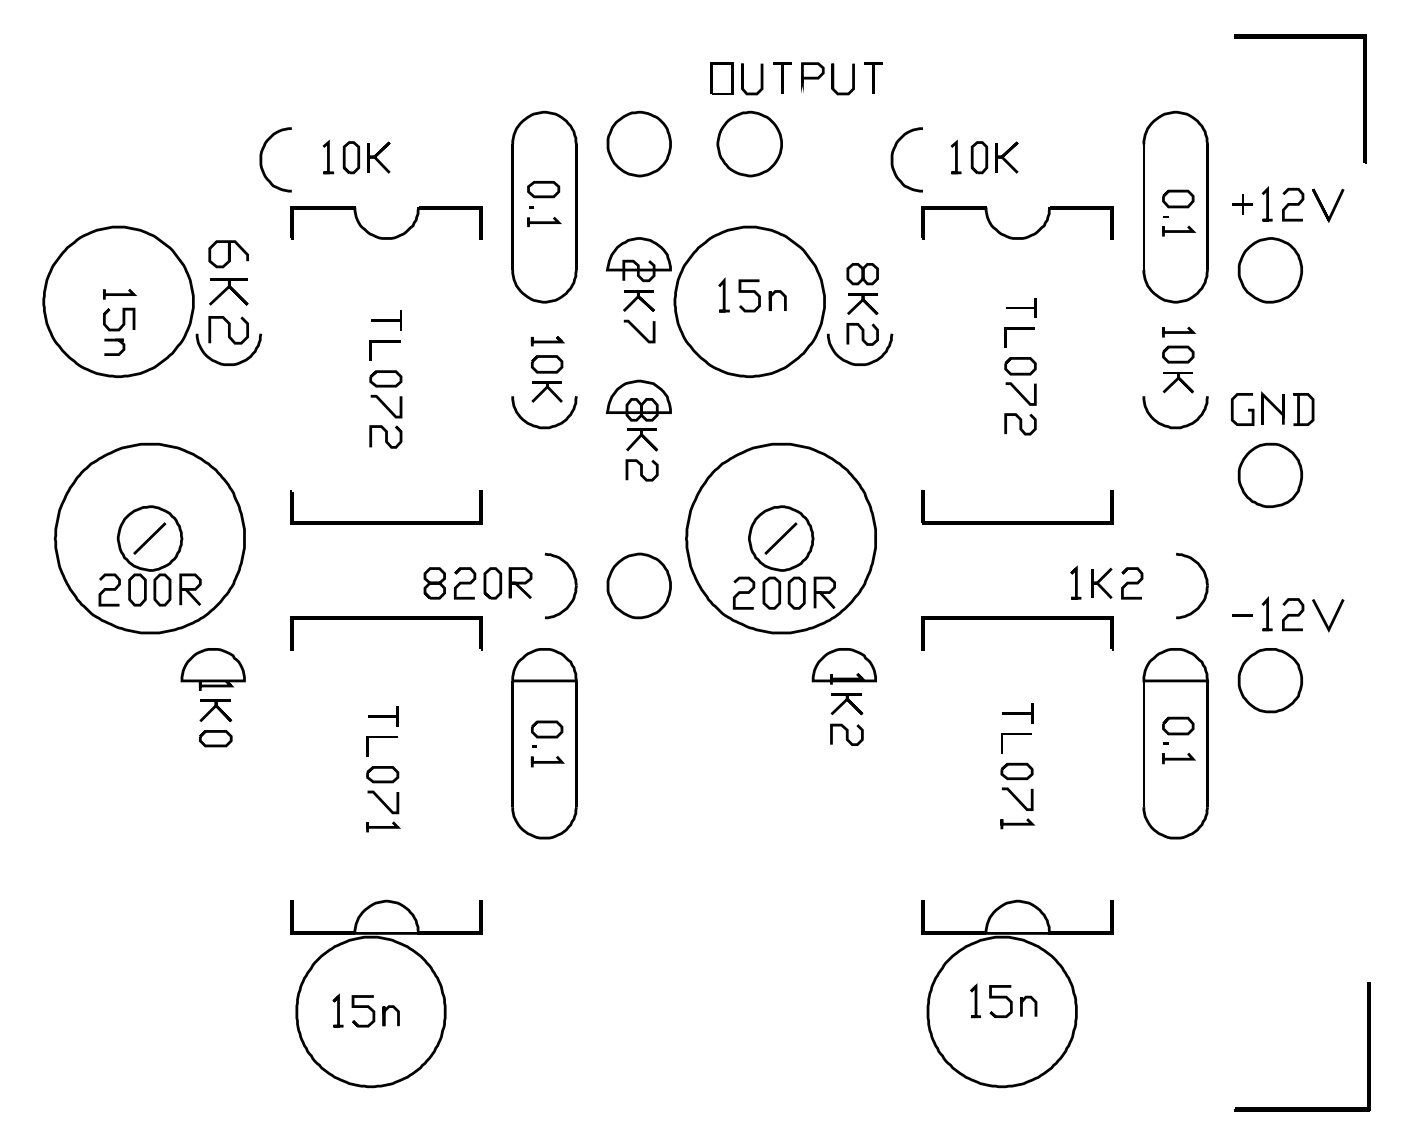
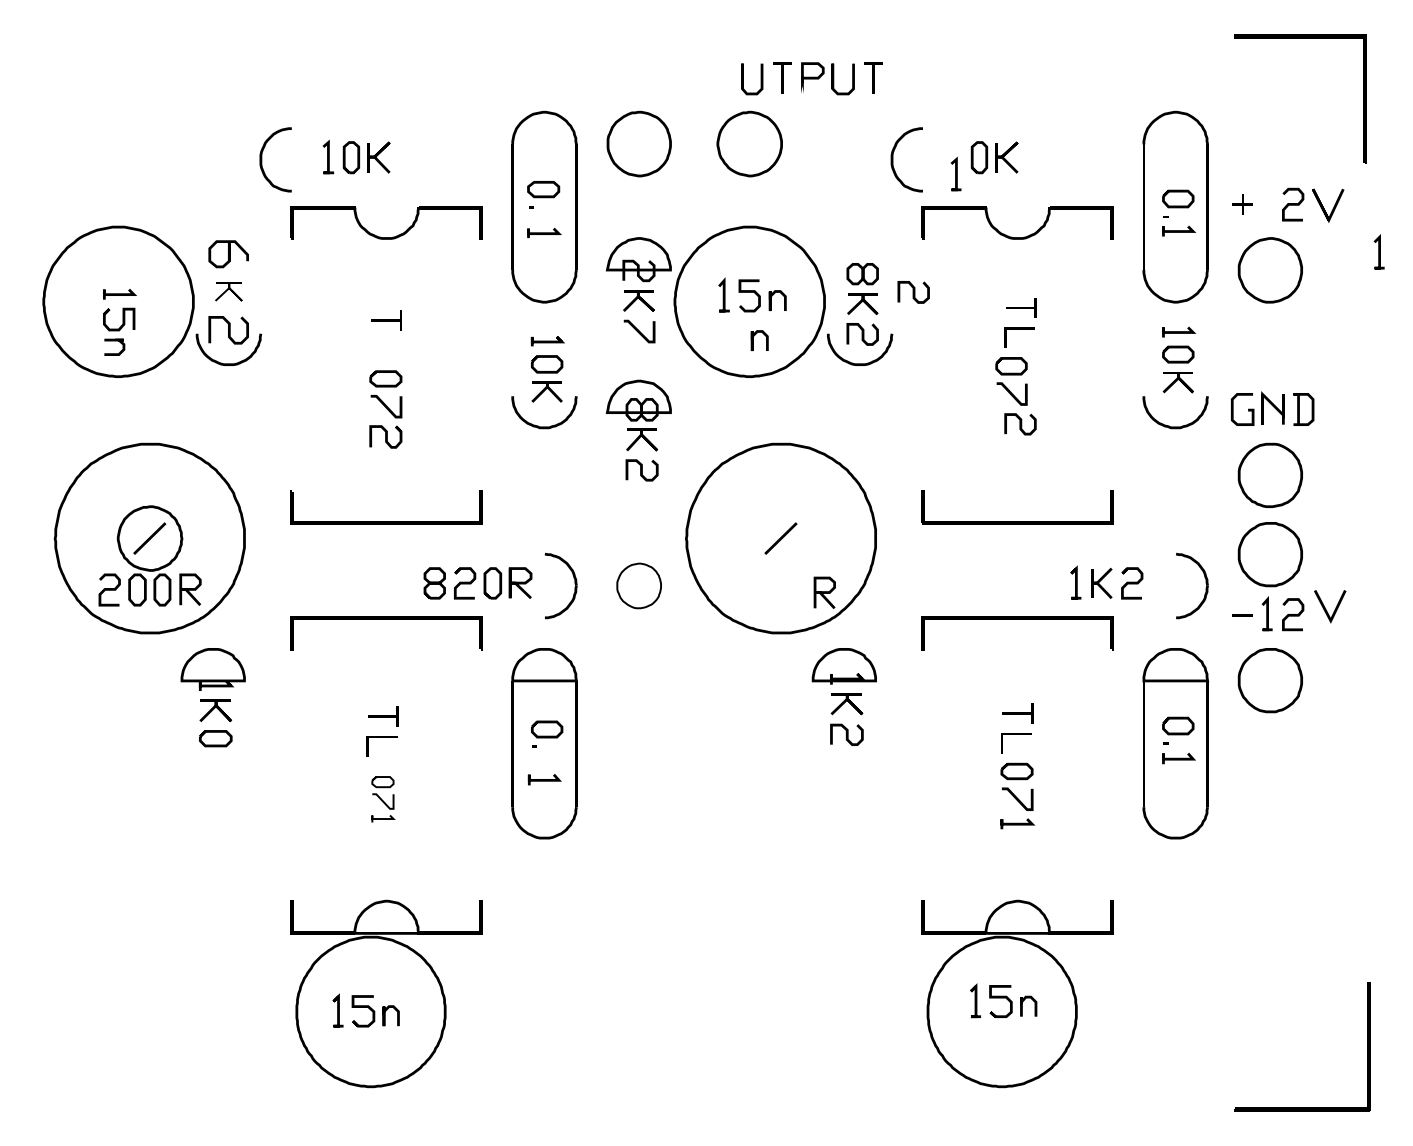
curve at (712, 78): present -> none
line at (955, 156) position: (955, 156) -> (955, 173)
line at (1266, 203) position: (1266, 203) -> (1378, 251)
line at (544, 221) position: (544, 221) -> (544, 232)
part at (228, 291) size: 40x28 px -> 28x20 px
curve at (913, 292): none -> present
curve at (753, 340): none -> present
line at (384, 342): present -> none
part at (1020, 381) position: (1020, 381) -> (1011, 381)
part at (1269, 554): none -> present
part at (773, 557): present -> none
part at (638, 585) size: 66x68 px -> 46x48 px
line at (1324, 618) position: (1324, 618) -> (1326, 609)
line at (547, 761) position: (547, 761) -> (544, 779)
part at (383, 799) size: 35x67 px -> 25x47 px
